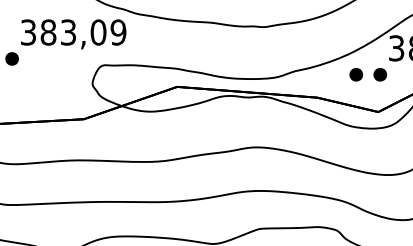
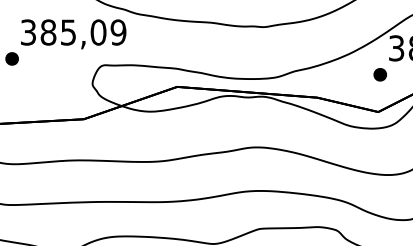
text at (68, 32): 383,09 -> 385,09
part at (355, 74): present -> none
